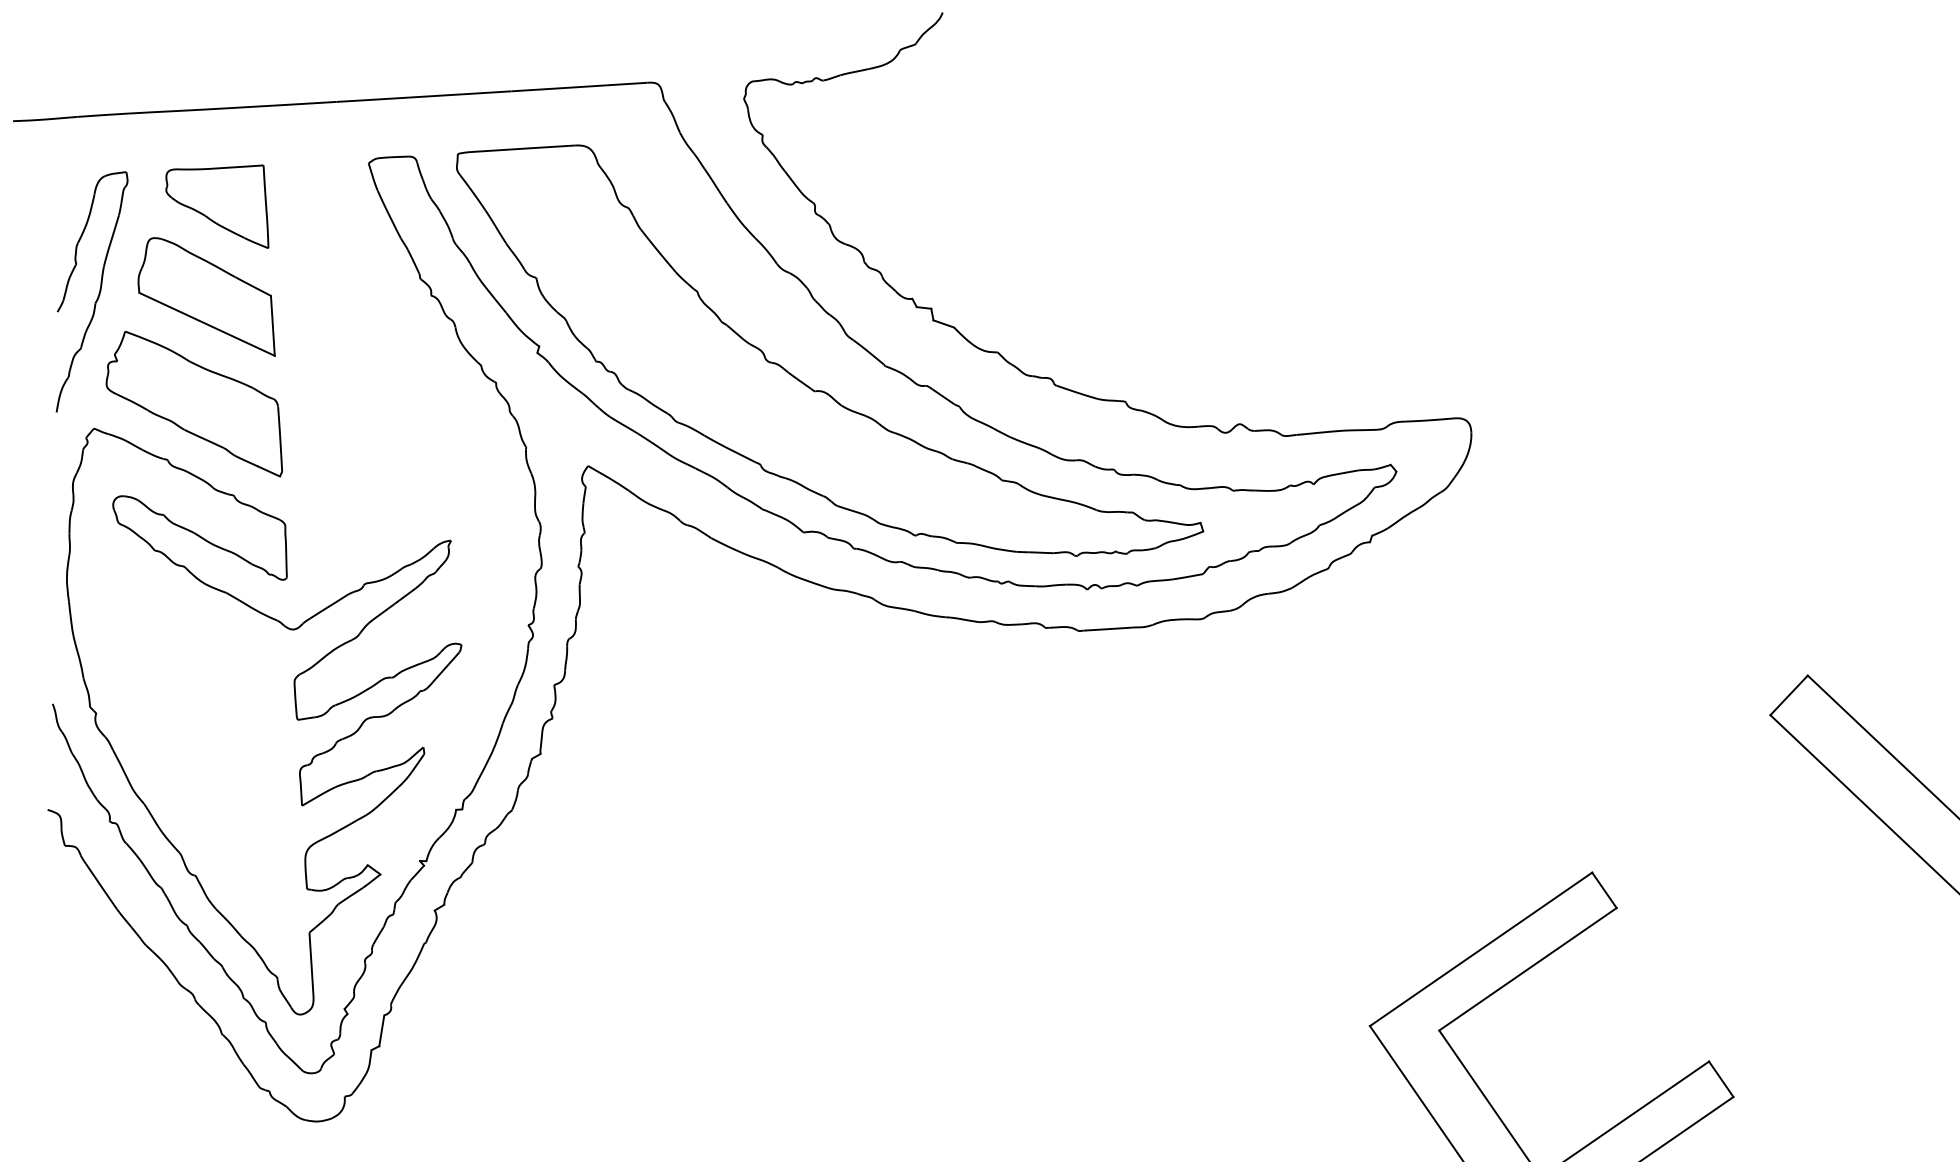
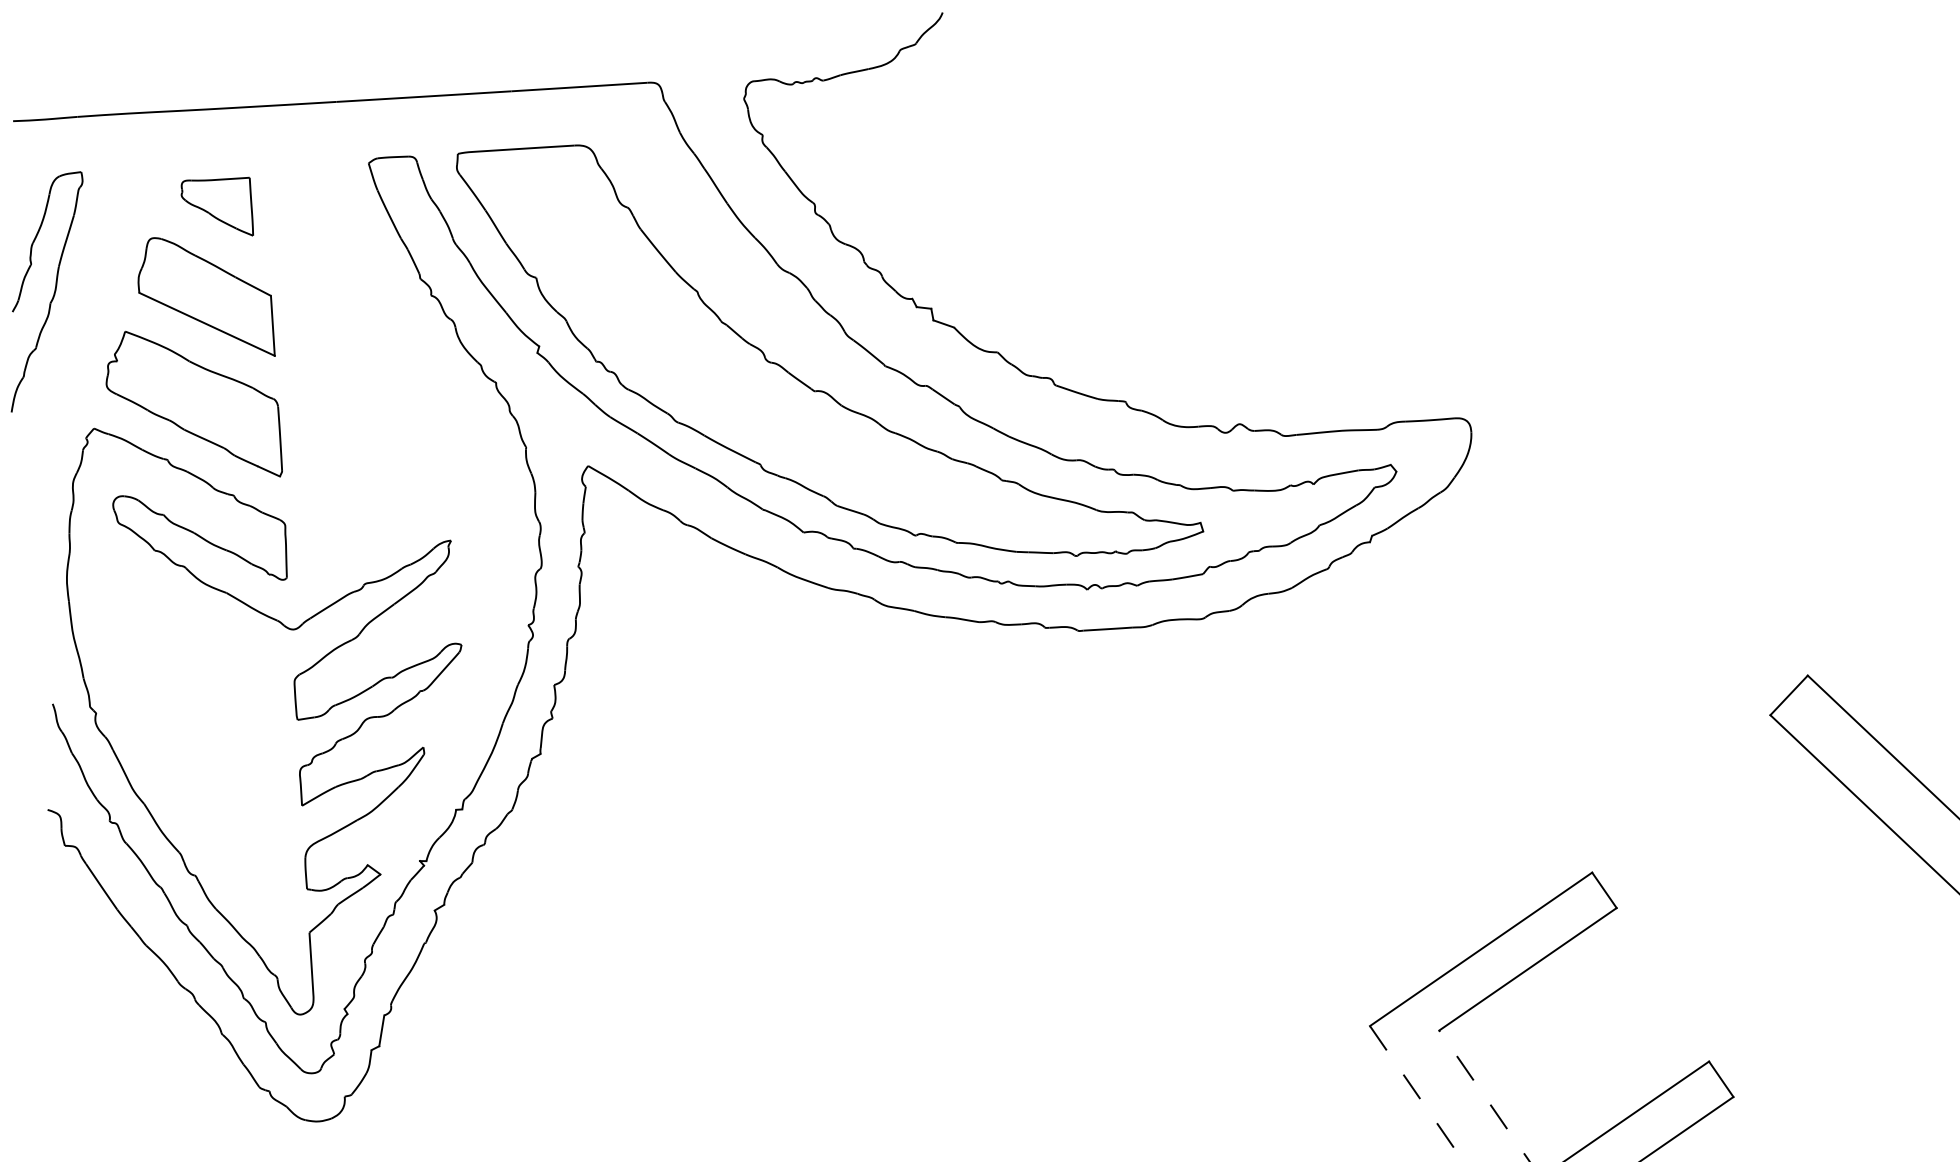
part at (217, 206) size: 105x85 px -> 74x61 px
part at (98, 293) position: (98, 293) -> (53, 293)
line at (1417, 1094): solid -> dashed
line at (1484, 1095): solid -> dashed
